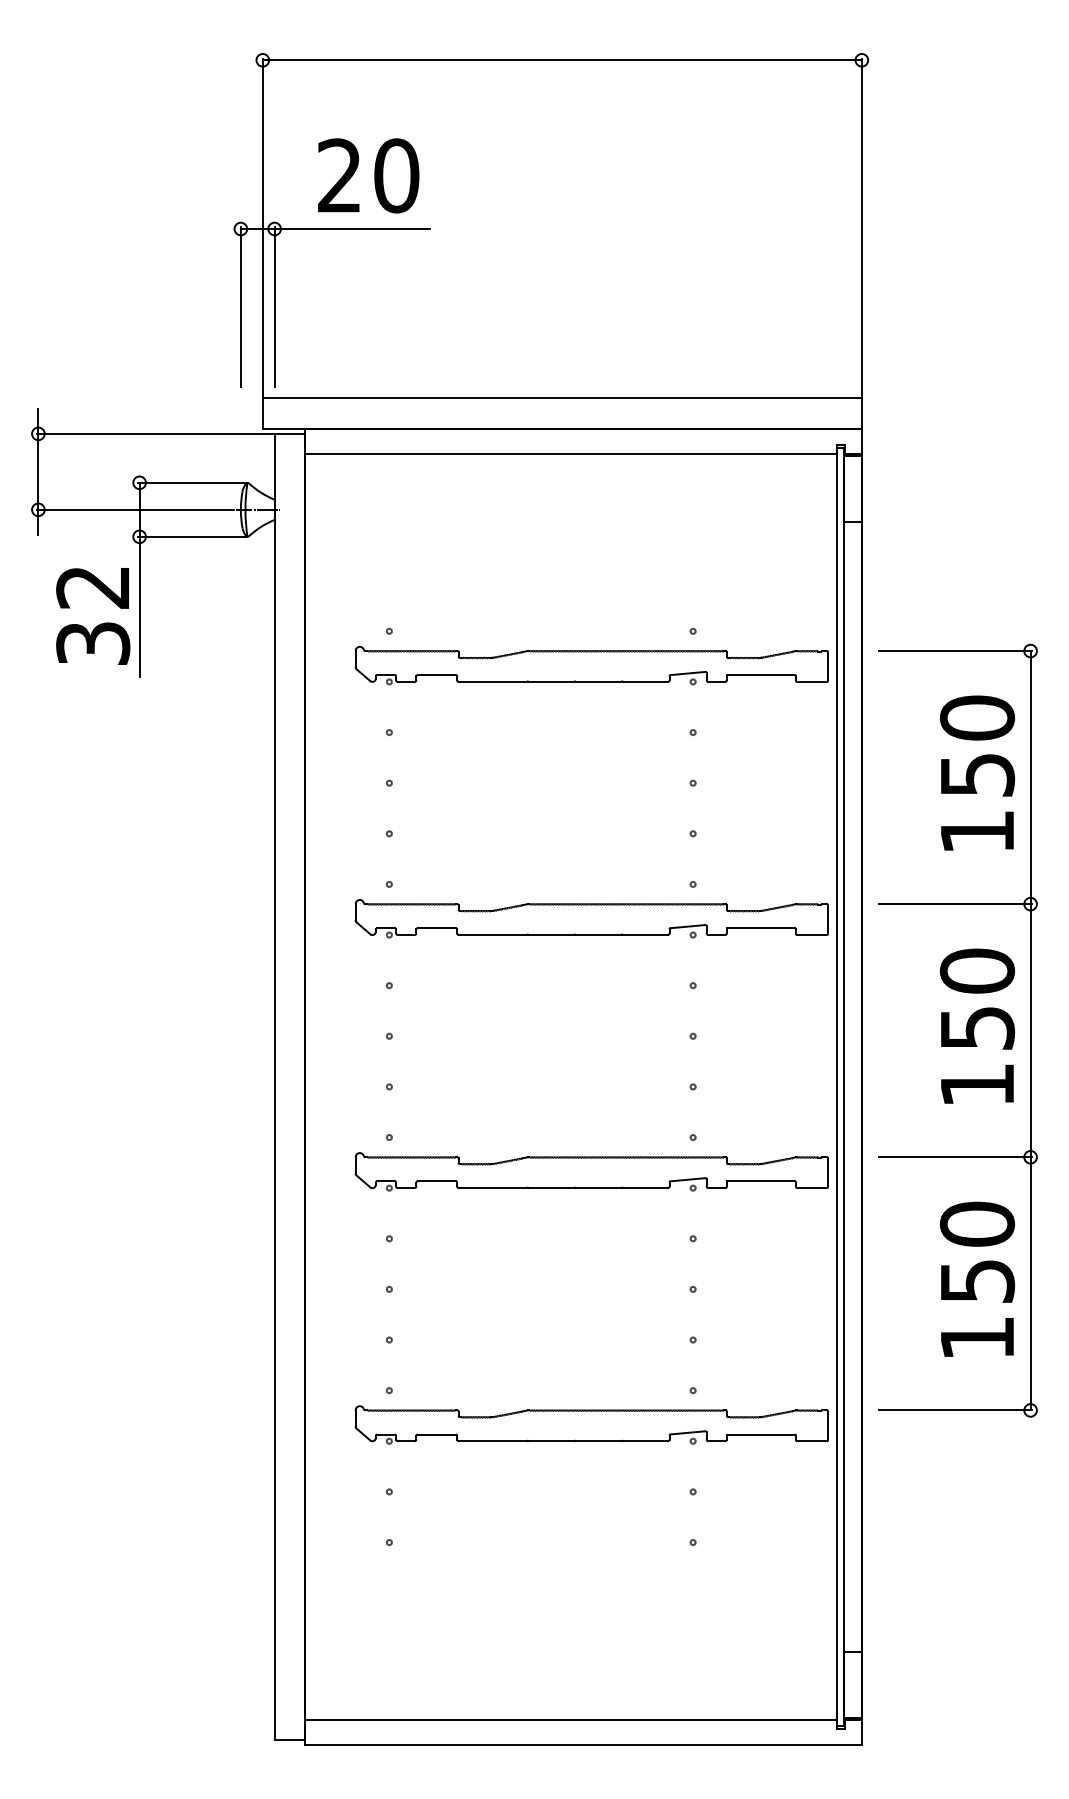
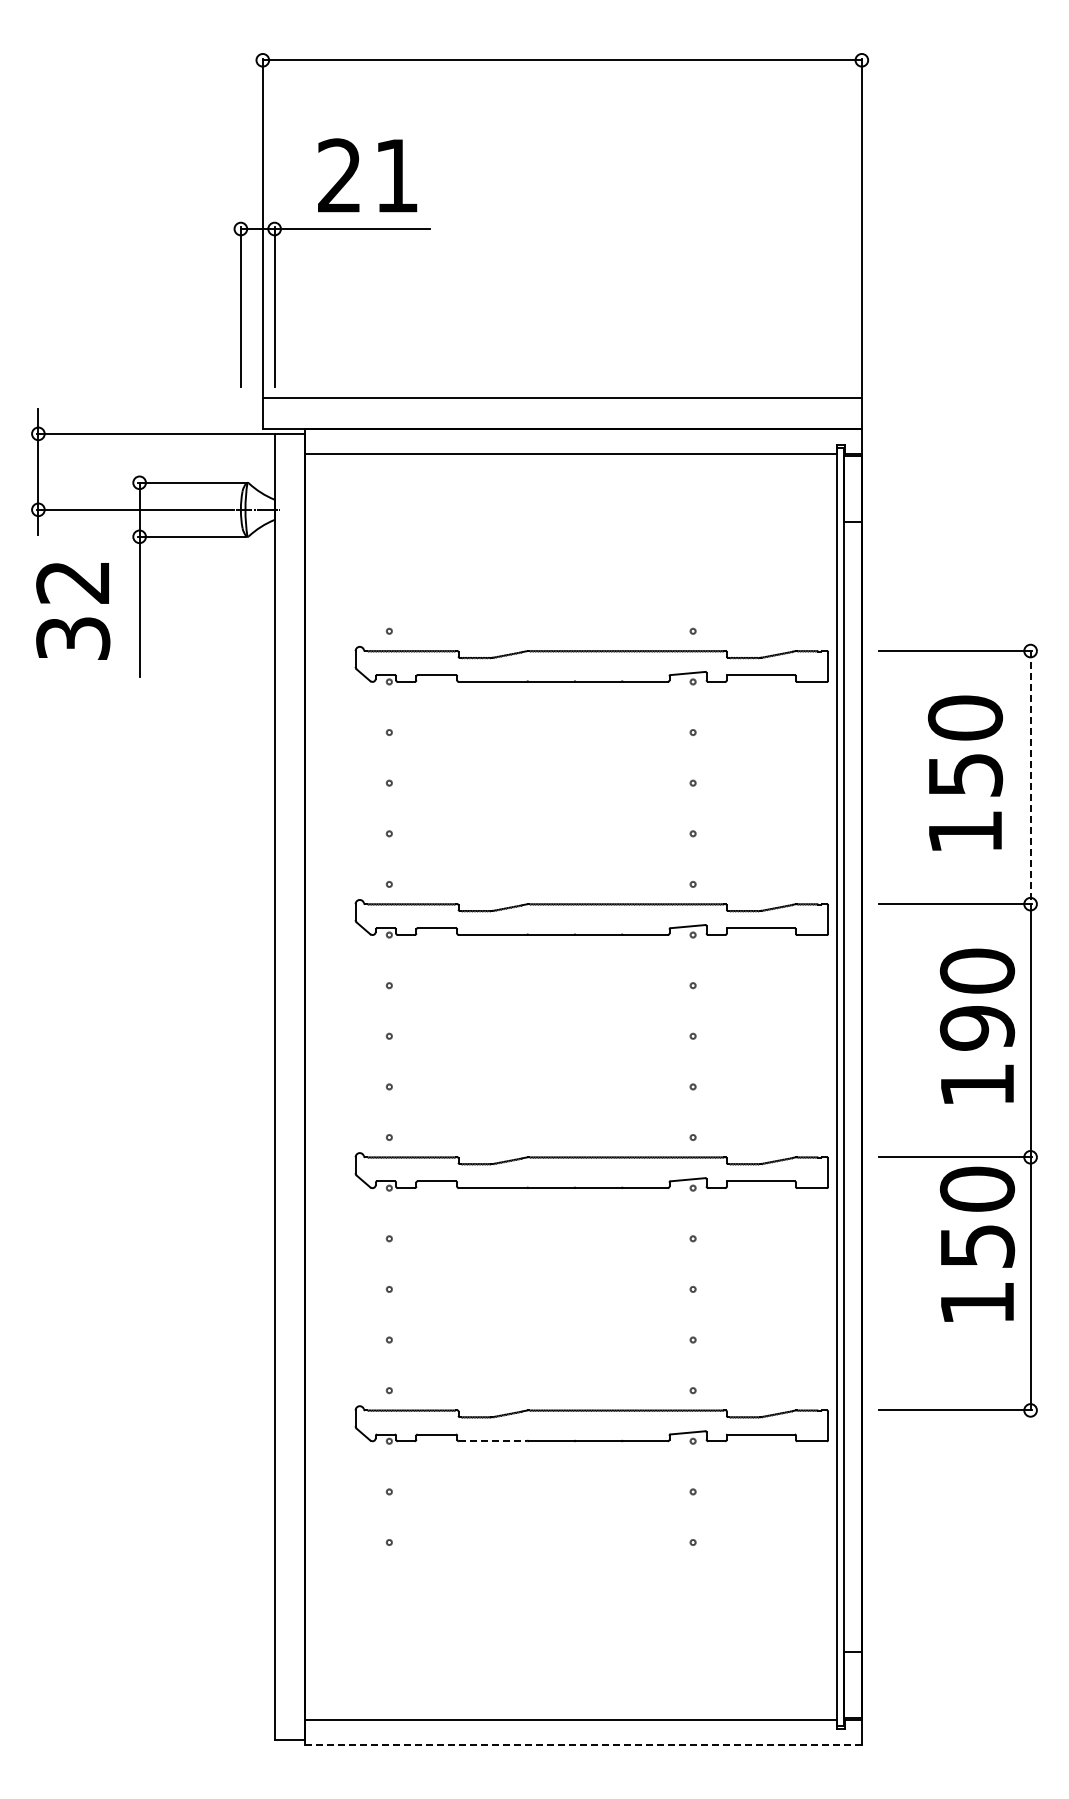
text at (396, 175): 20 -> 21
text at (93, 616) position: (93, 616) -> (73, 611)
text at (977, 772) position: (977, 772) -> (965, 772)
line at (1030, 777): solid -> dashed
text at (976, 1028): 150 -> 190
text at (977, 1278) position: (977, 1278) -> (977, 1243)
line at (492, 1441): solid -> dashed
line at (583, 1745): solid -> dashed
